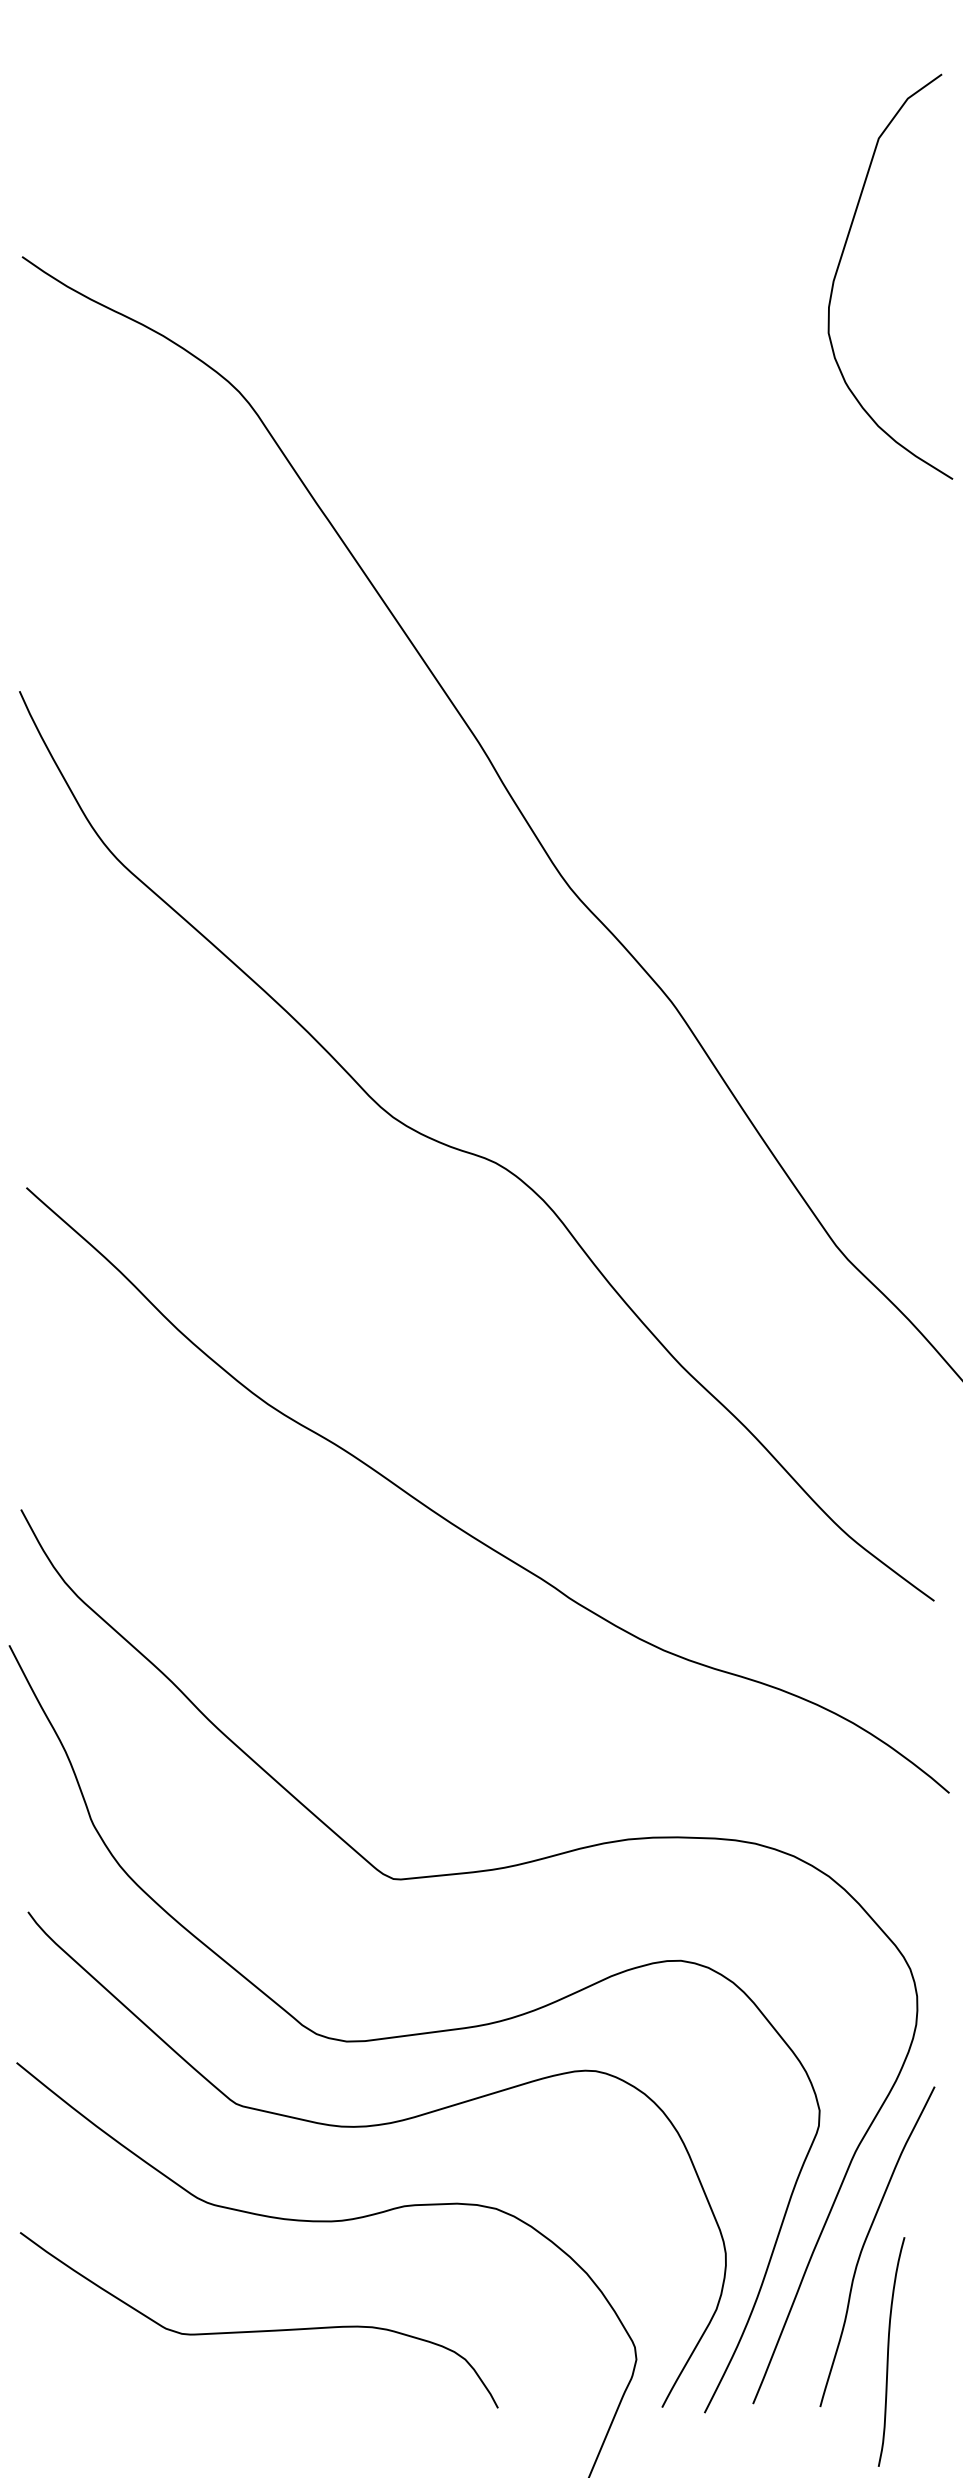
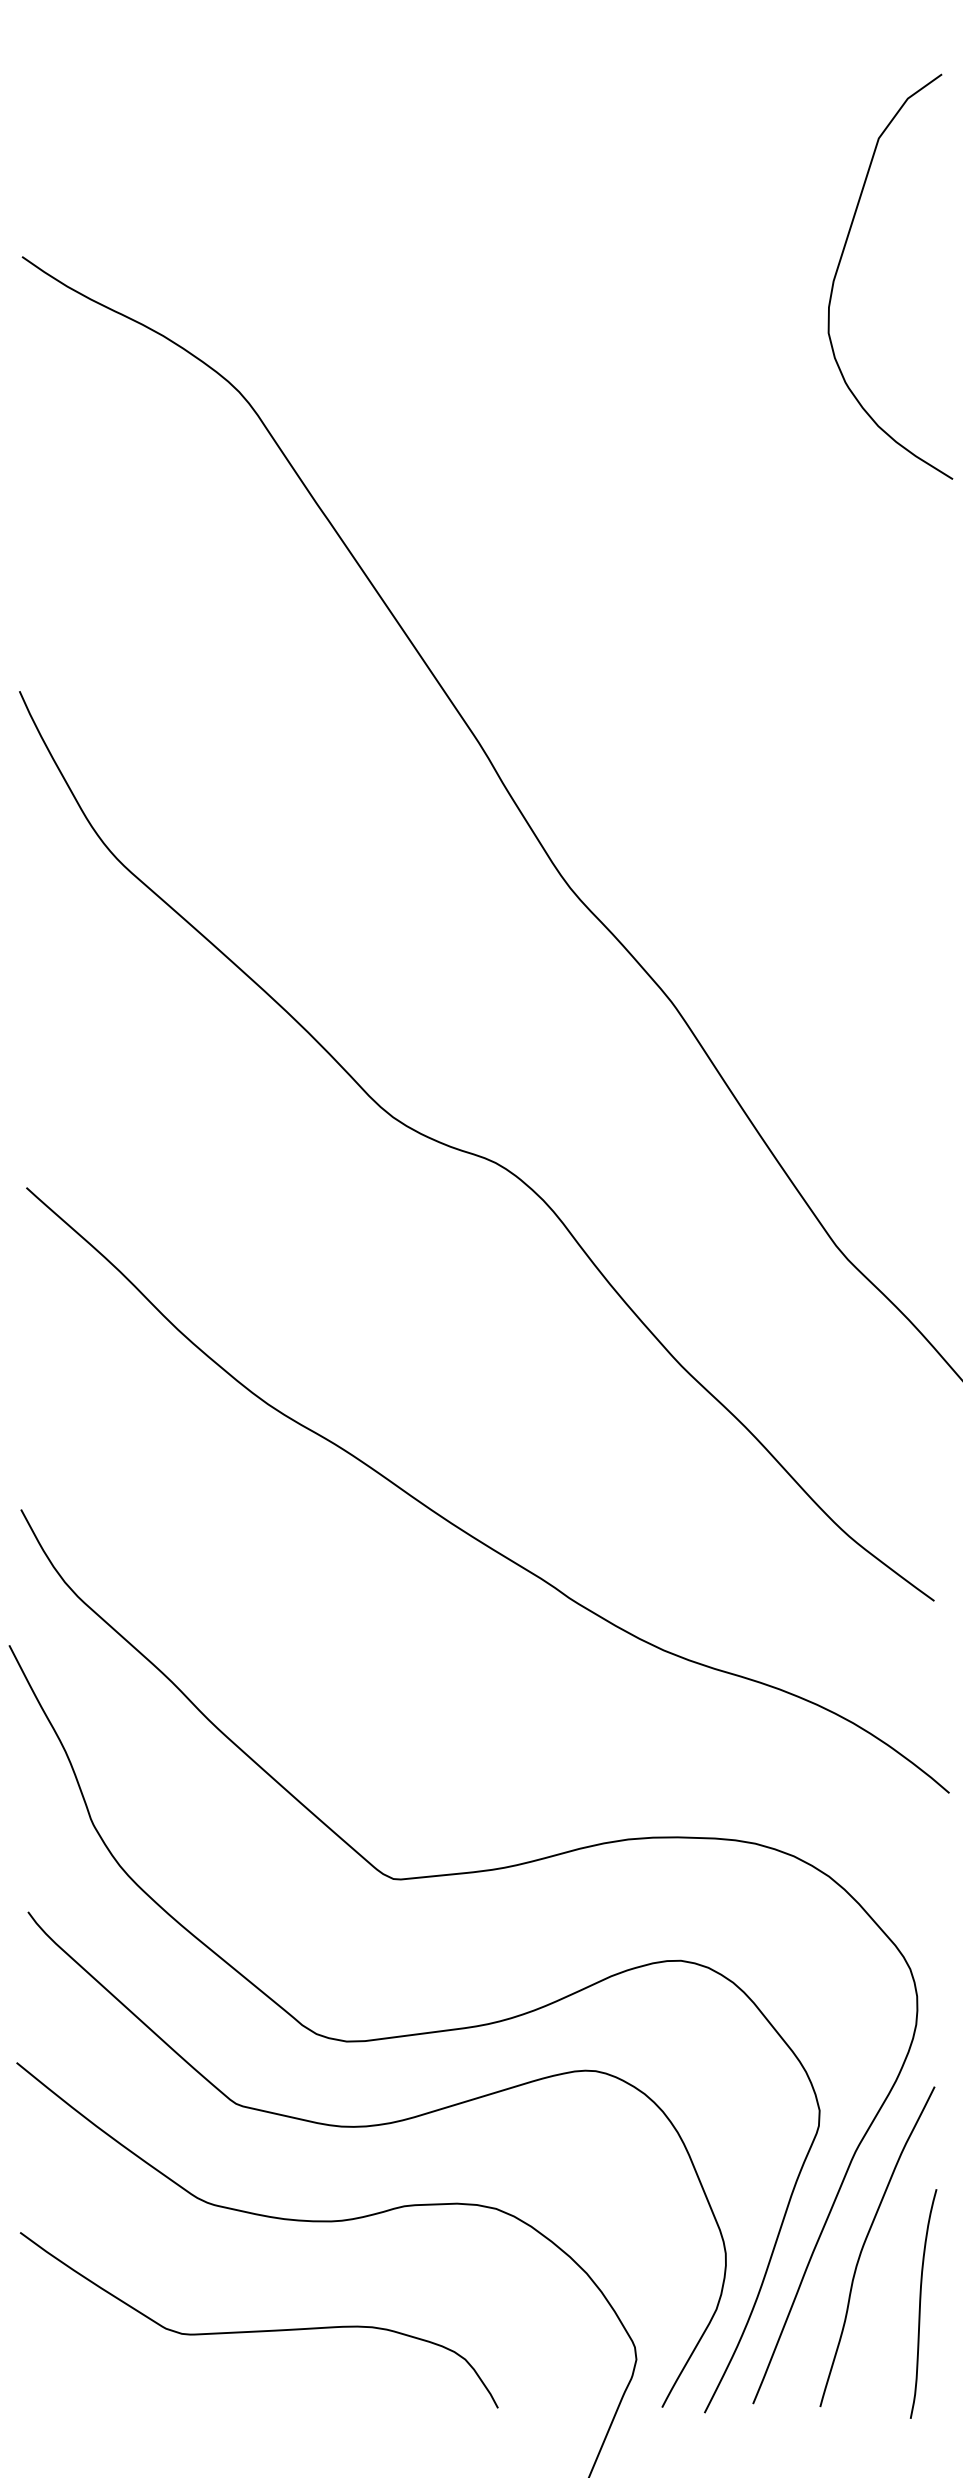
curve at (889, 2349) position: (889, 2349) -> (921, 2301)
